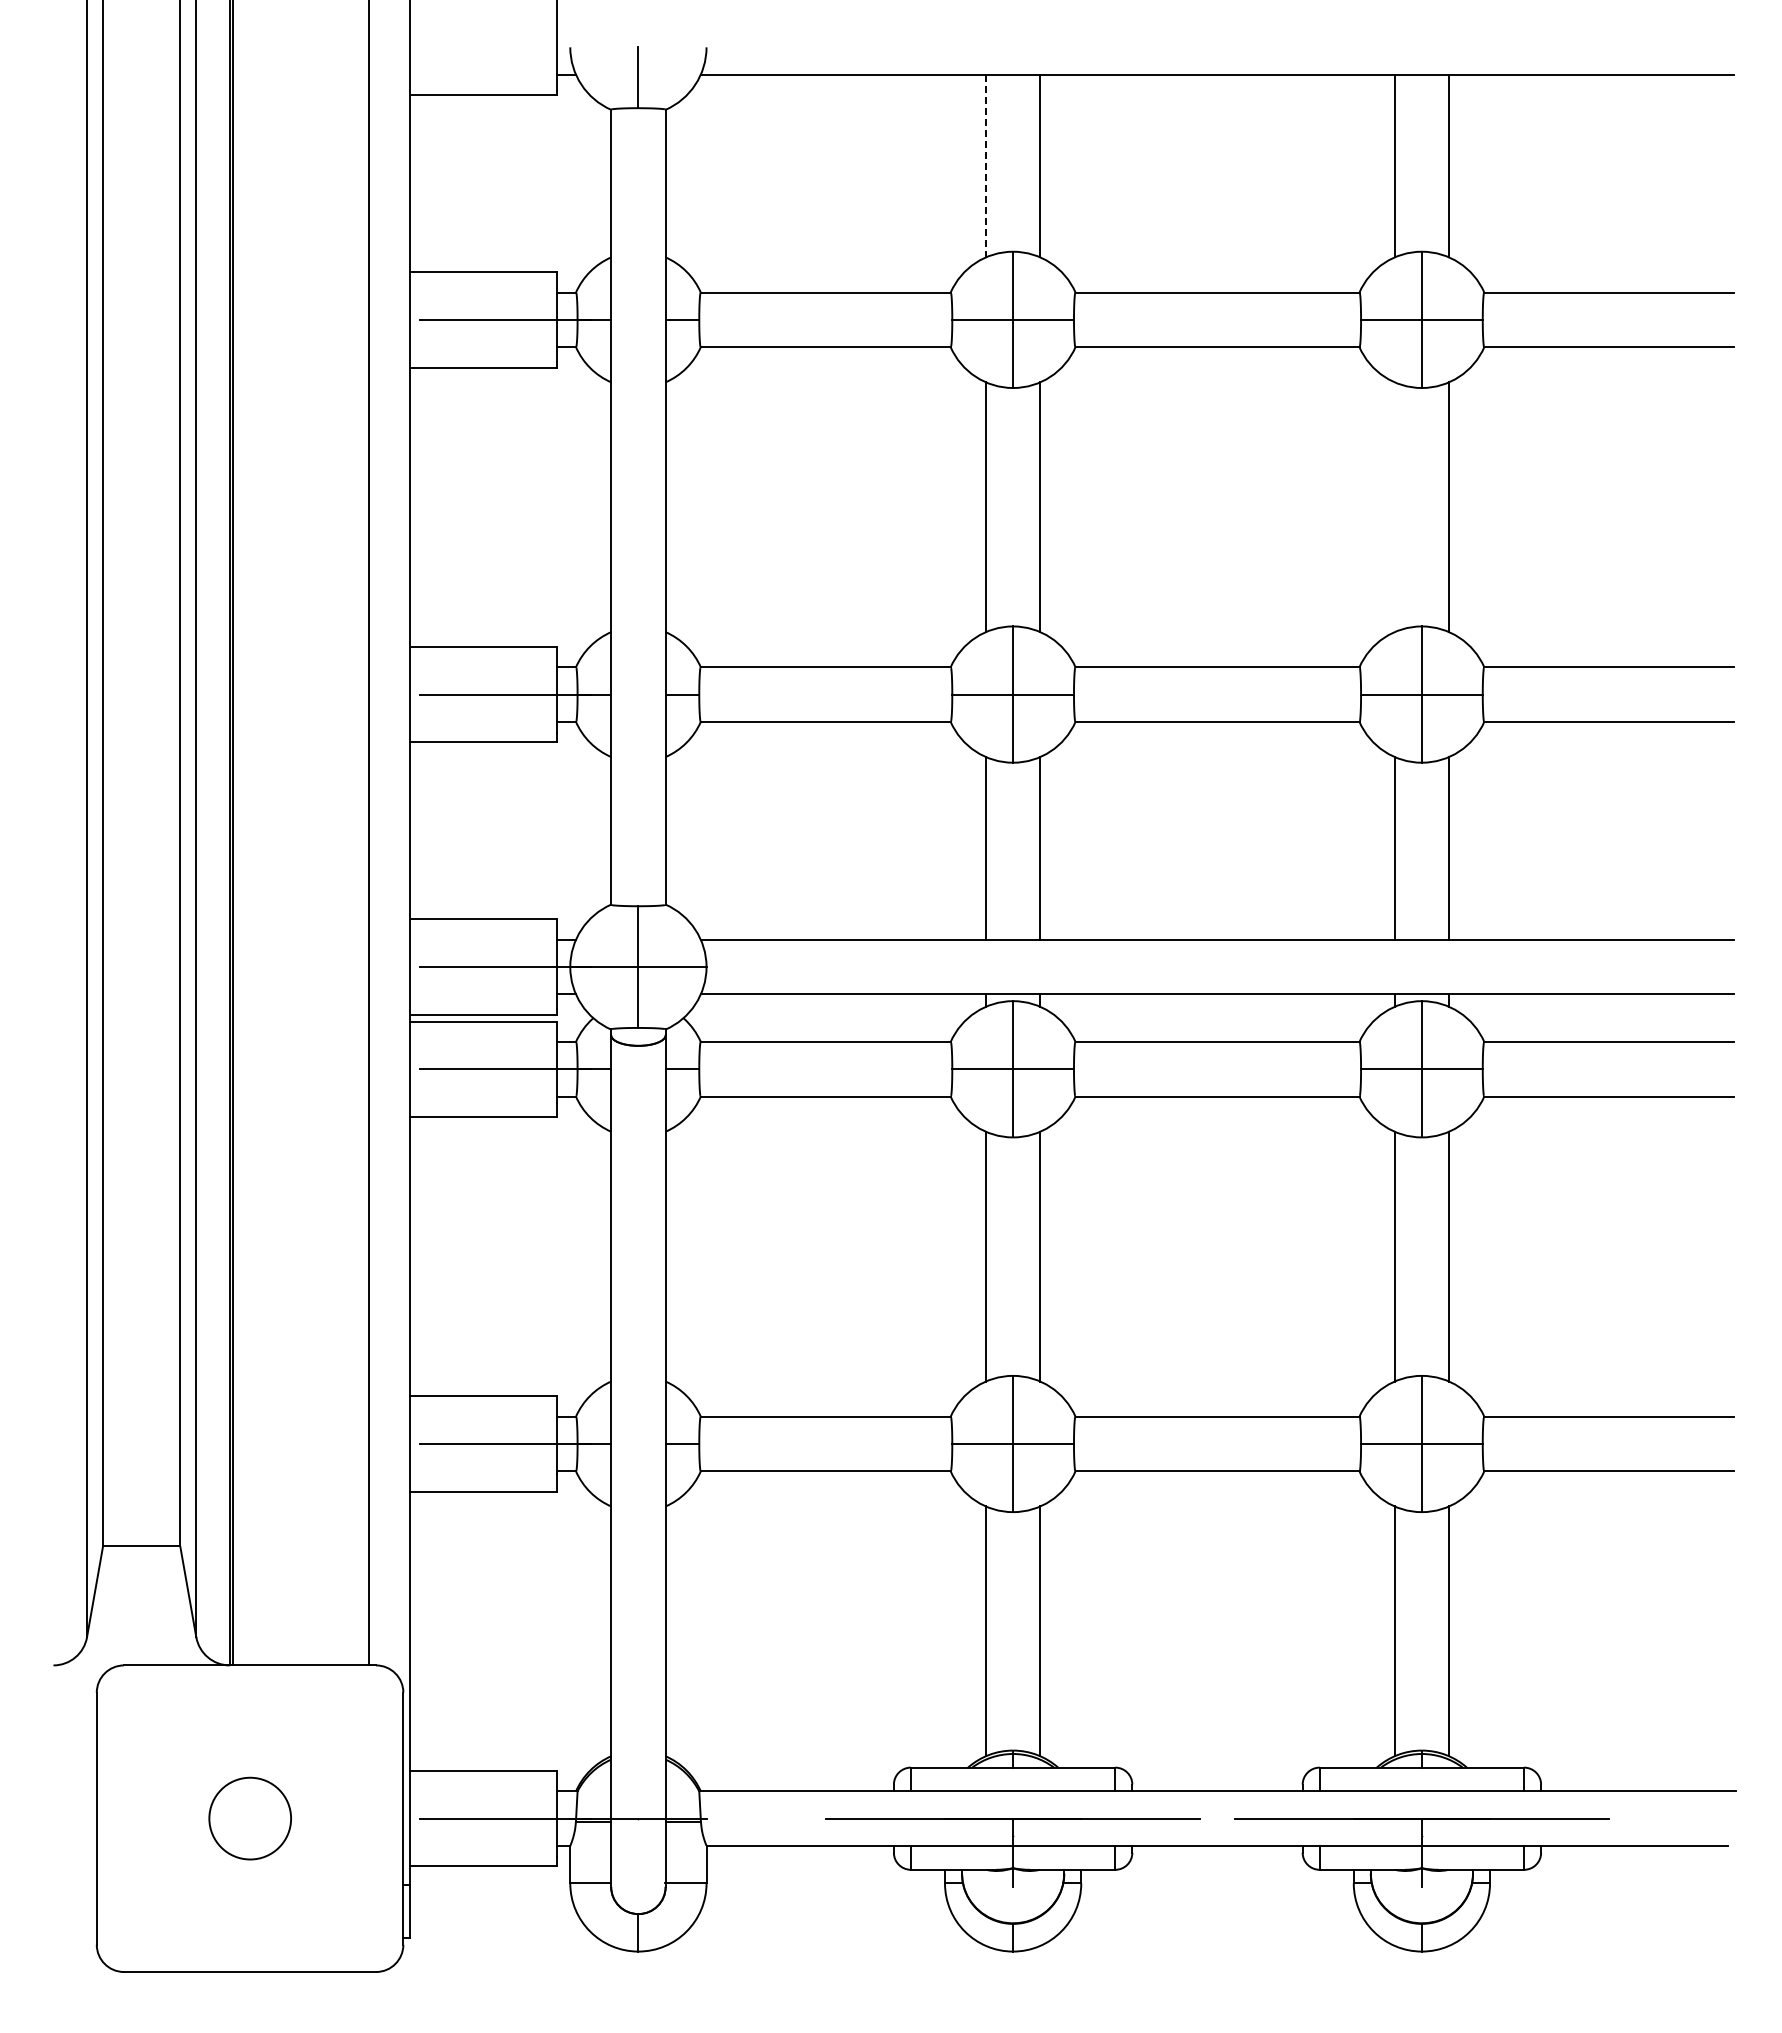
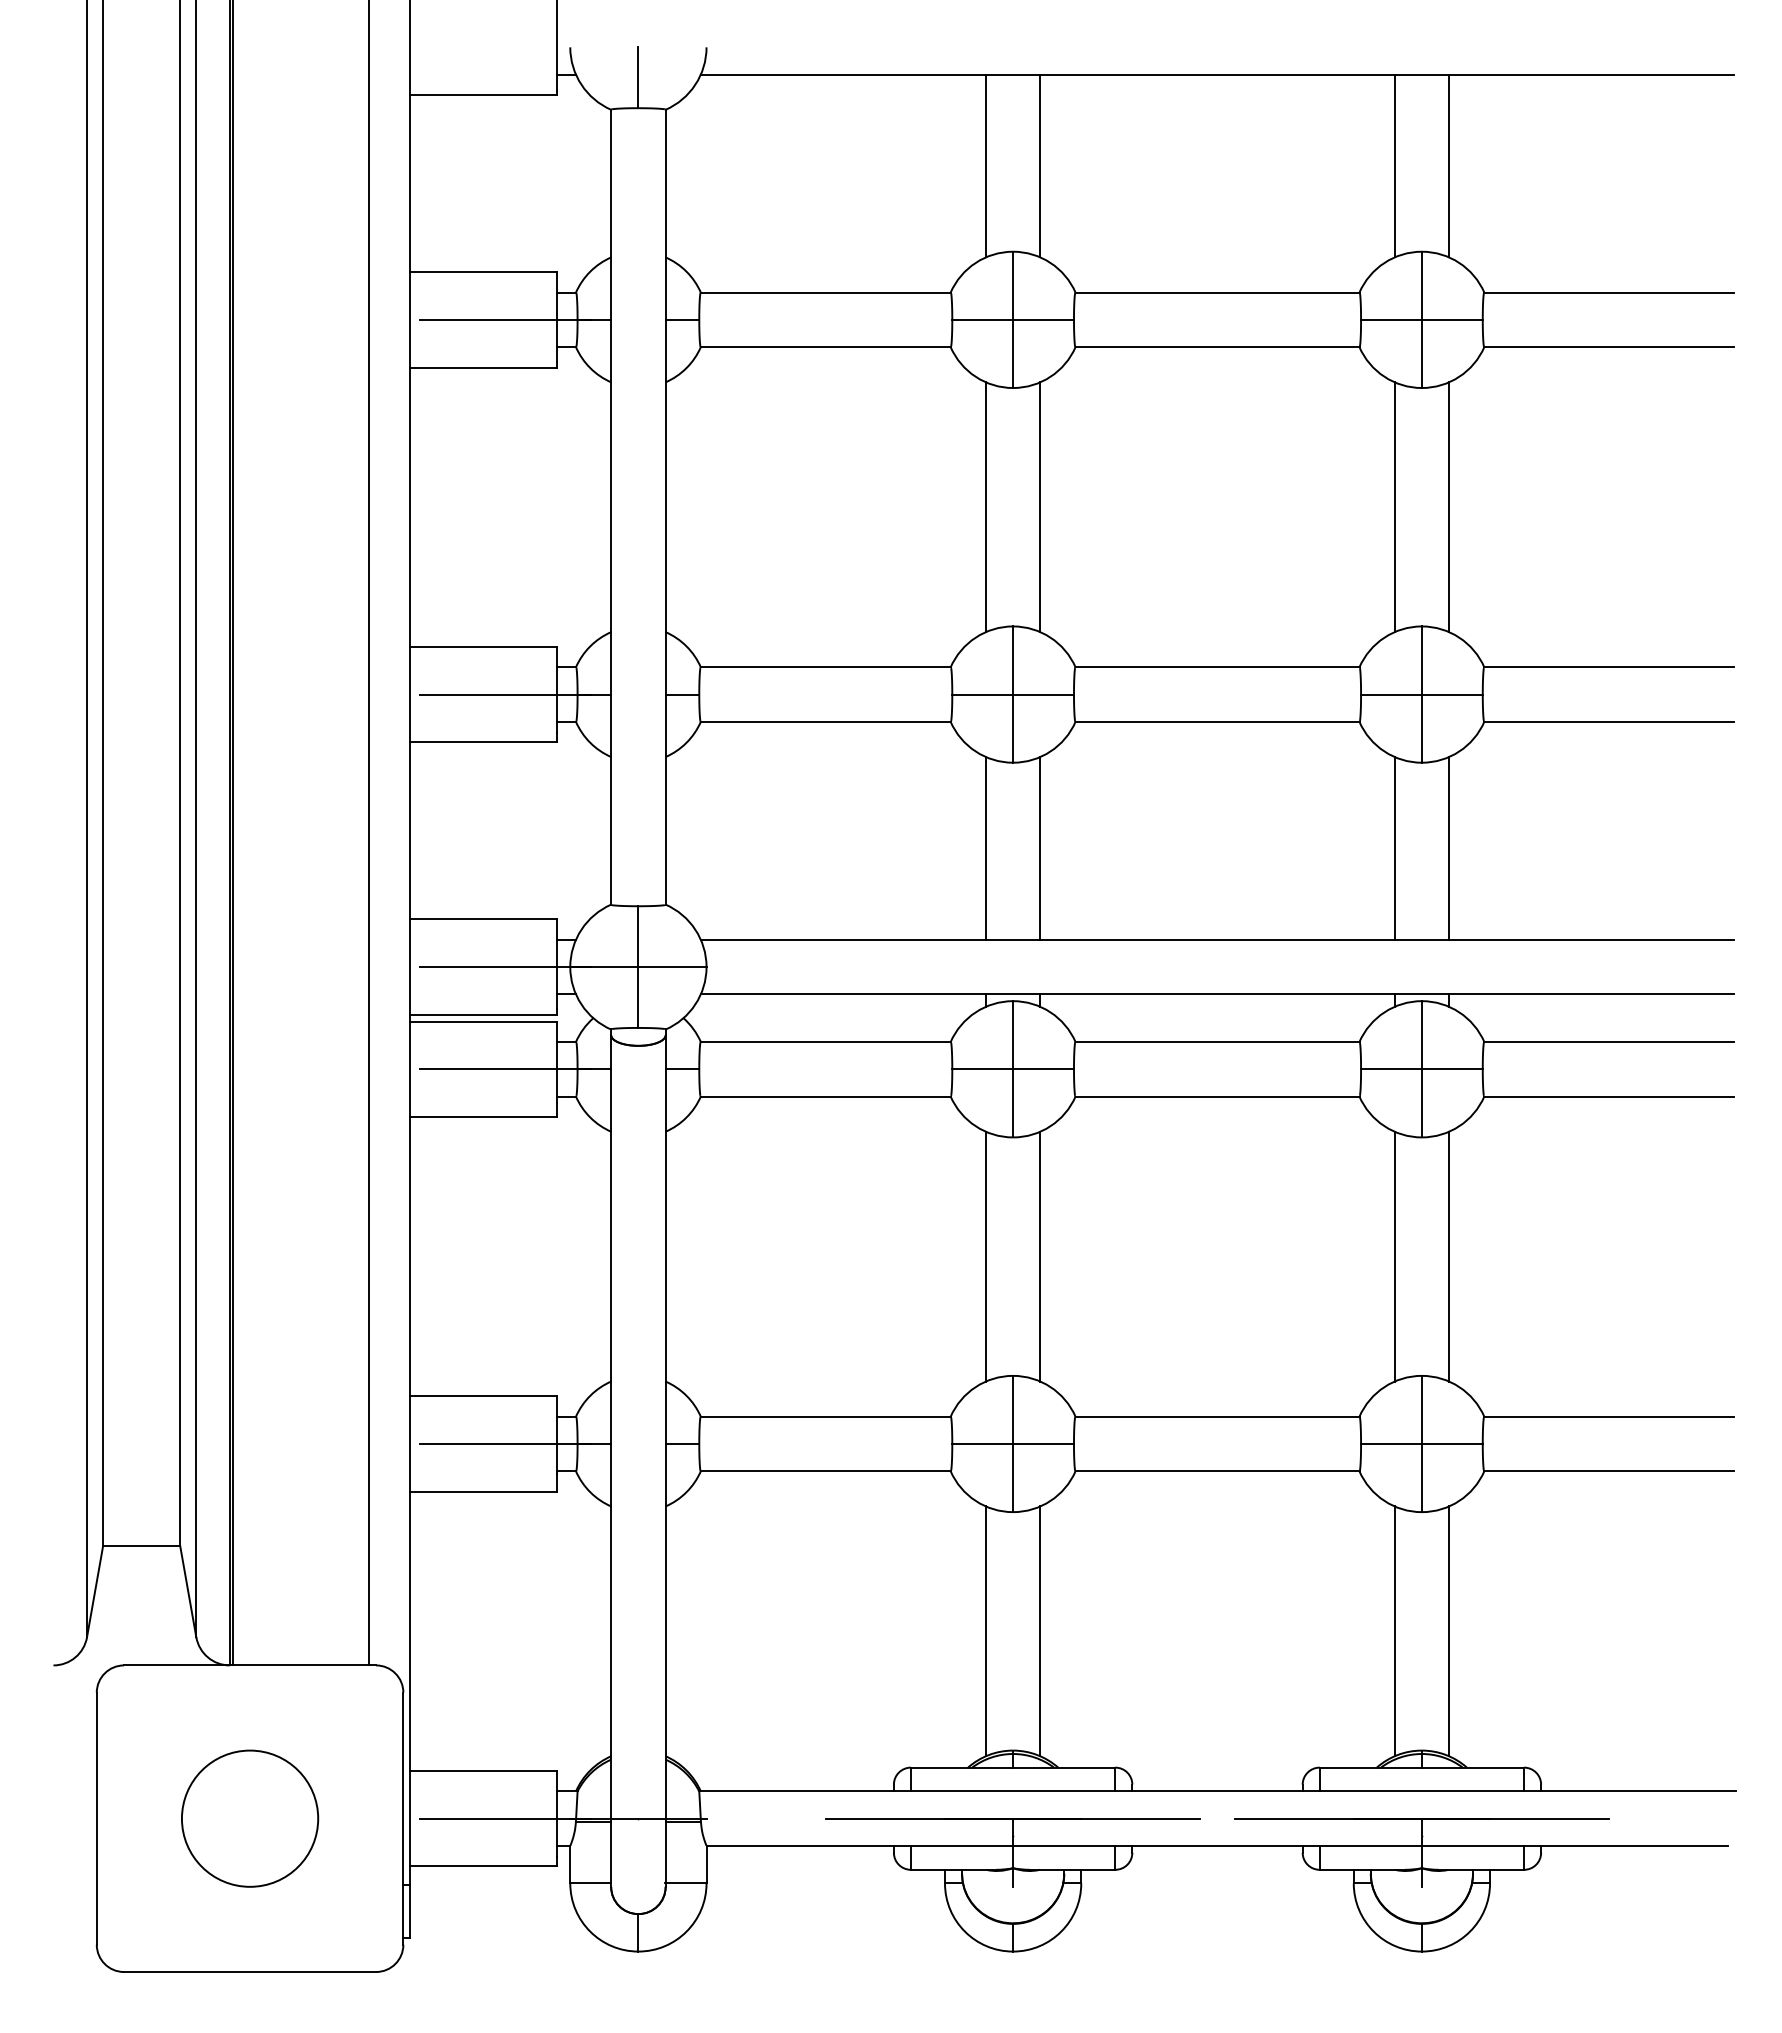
line at (985, 166): dashed -> solid
line at (1394, 507): none -> present
circle at (249, 1818) size: 84x85 px -> 139x139 px
